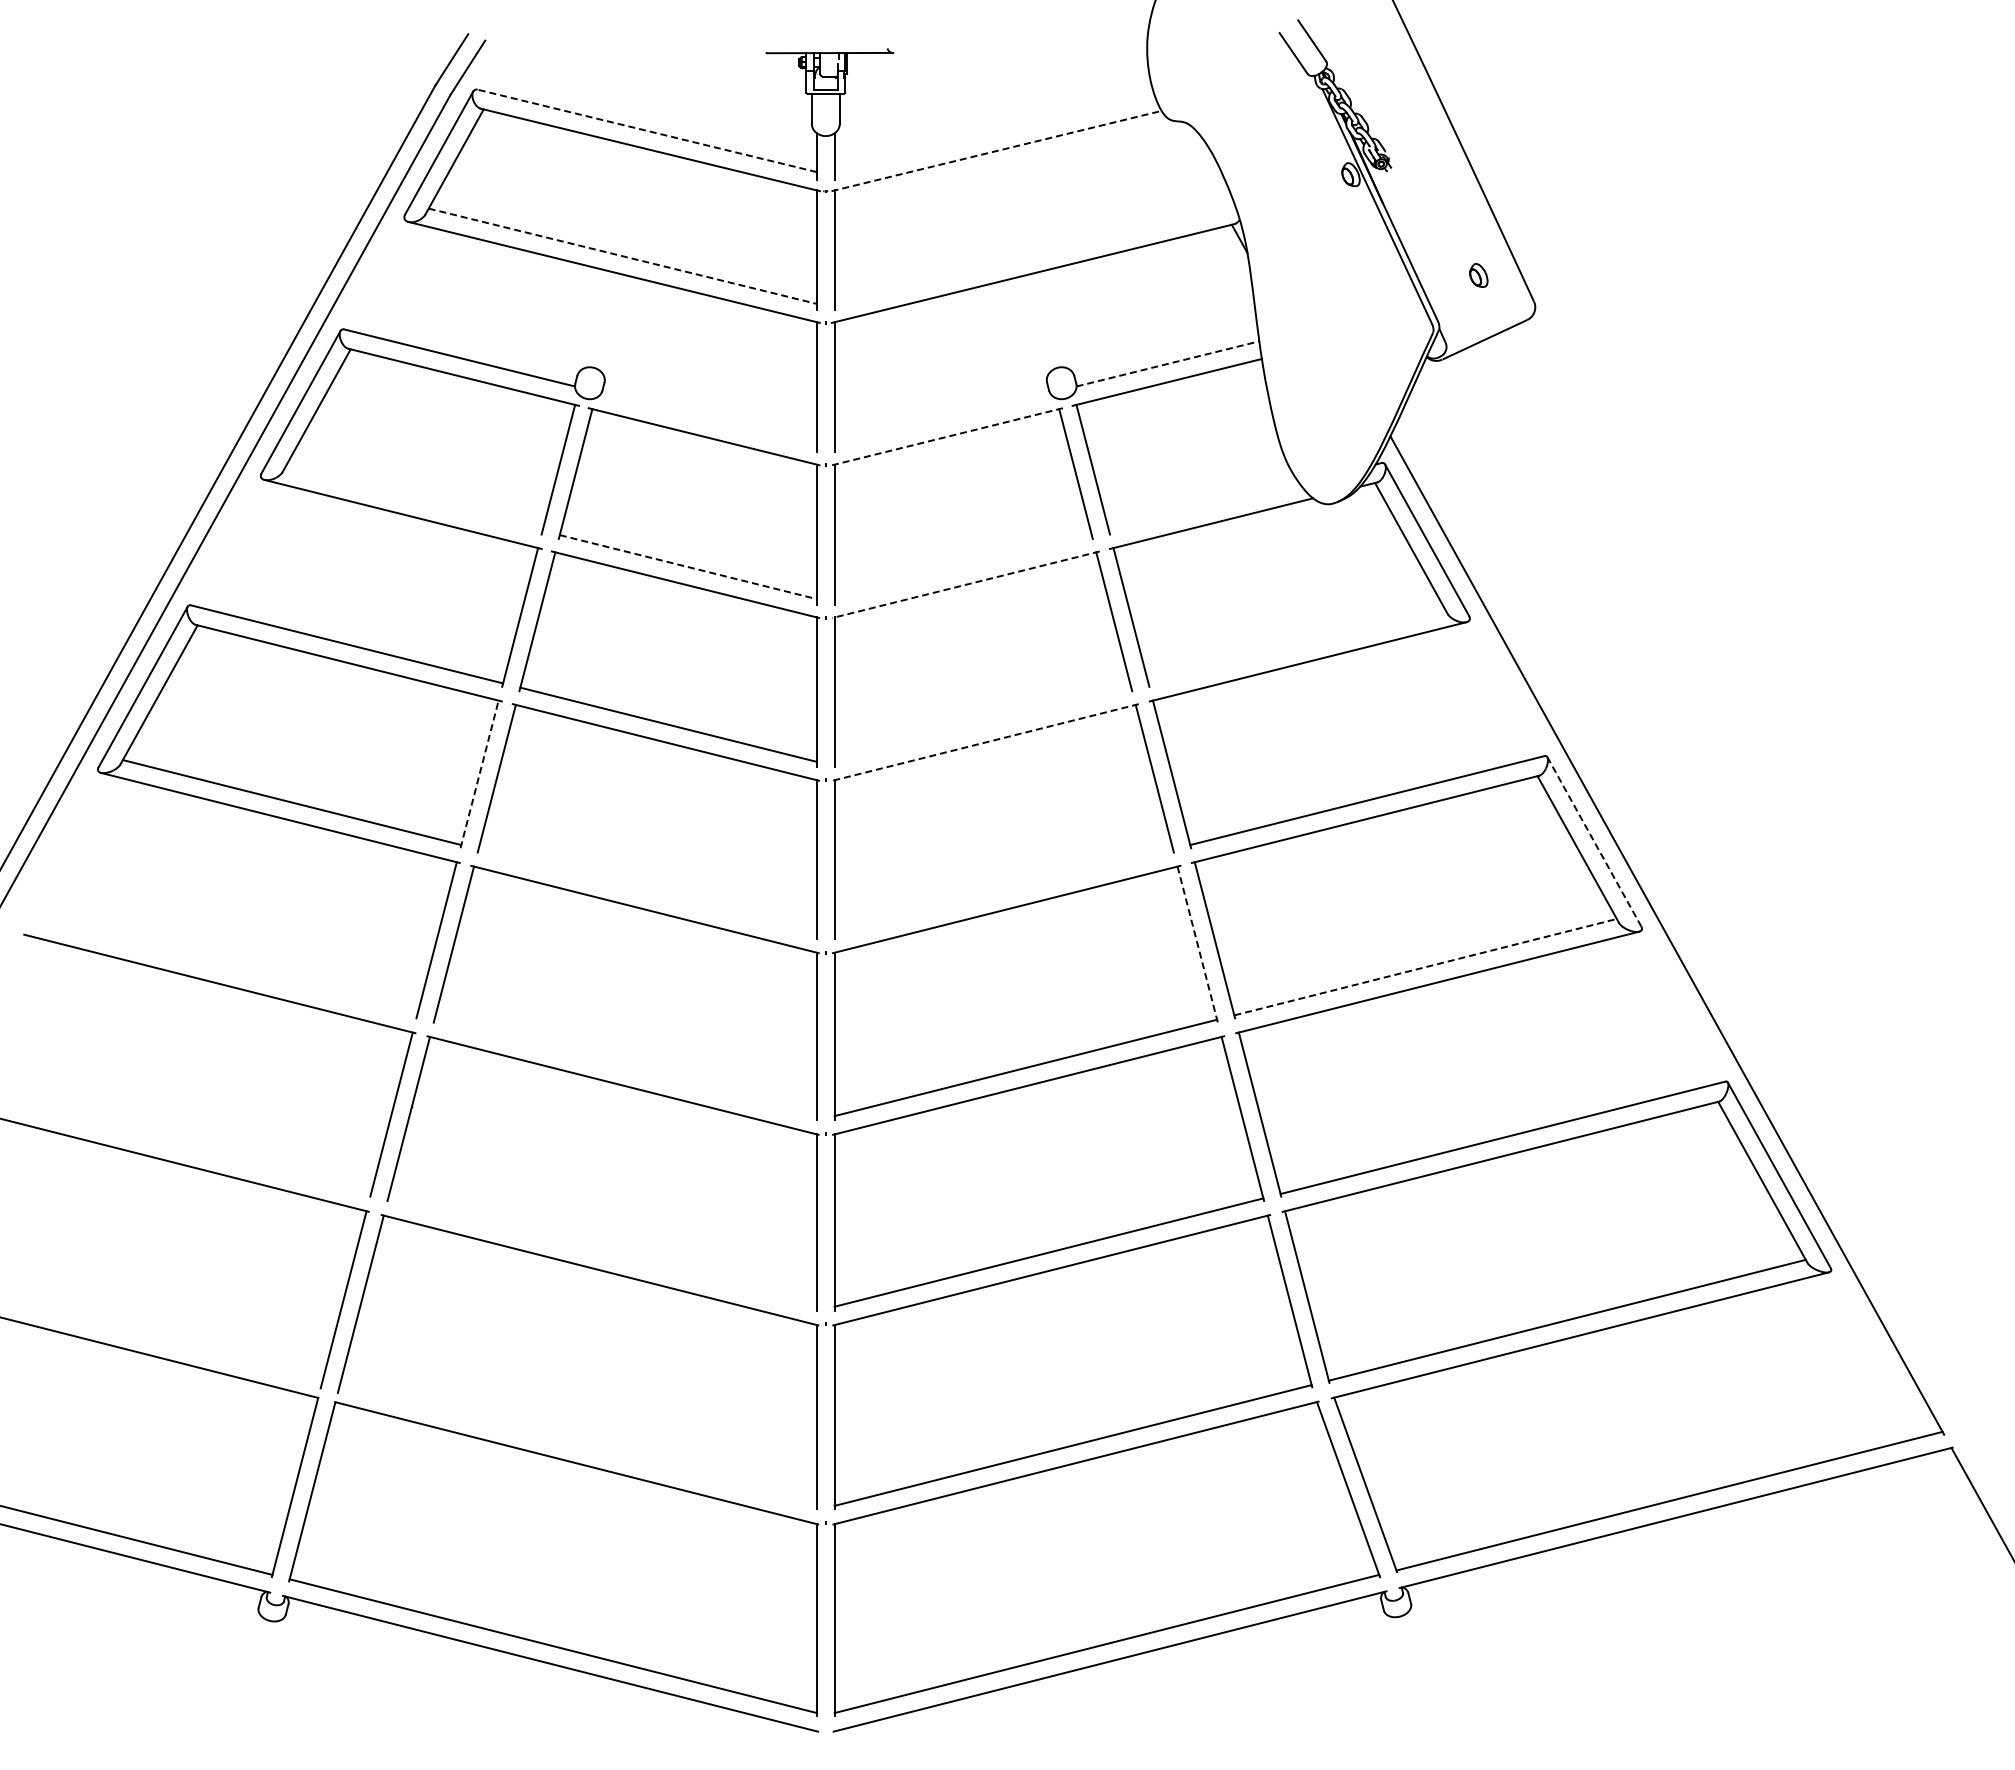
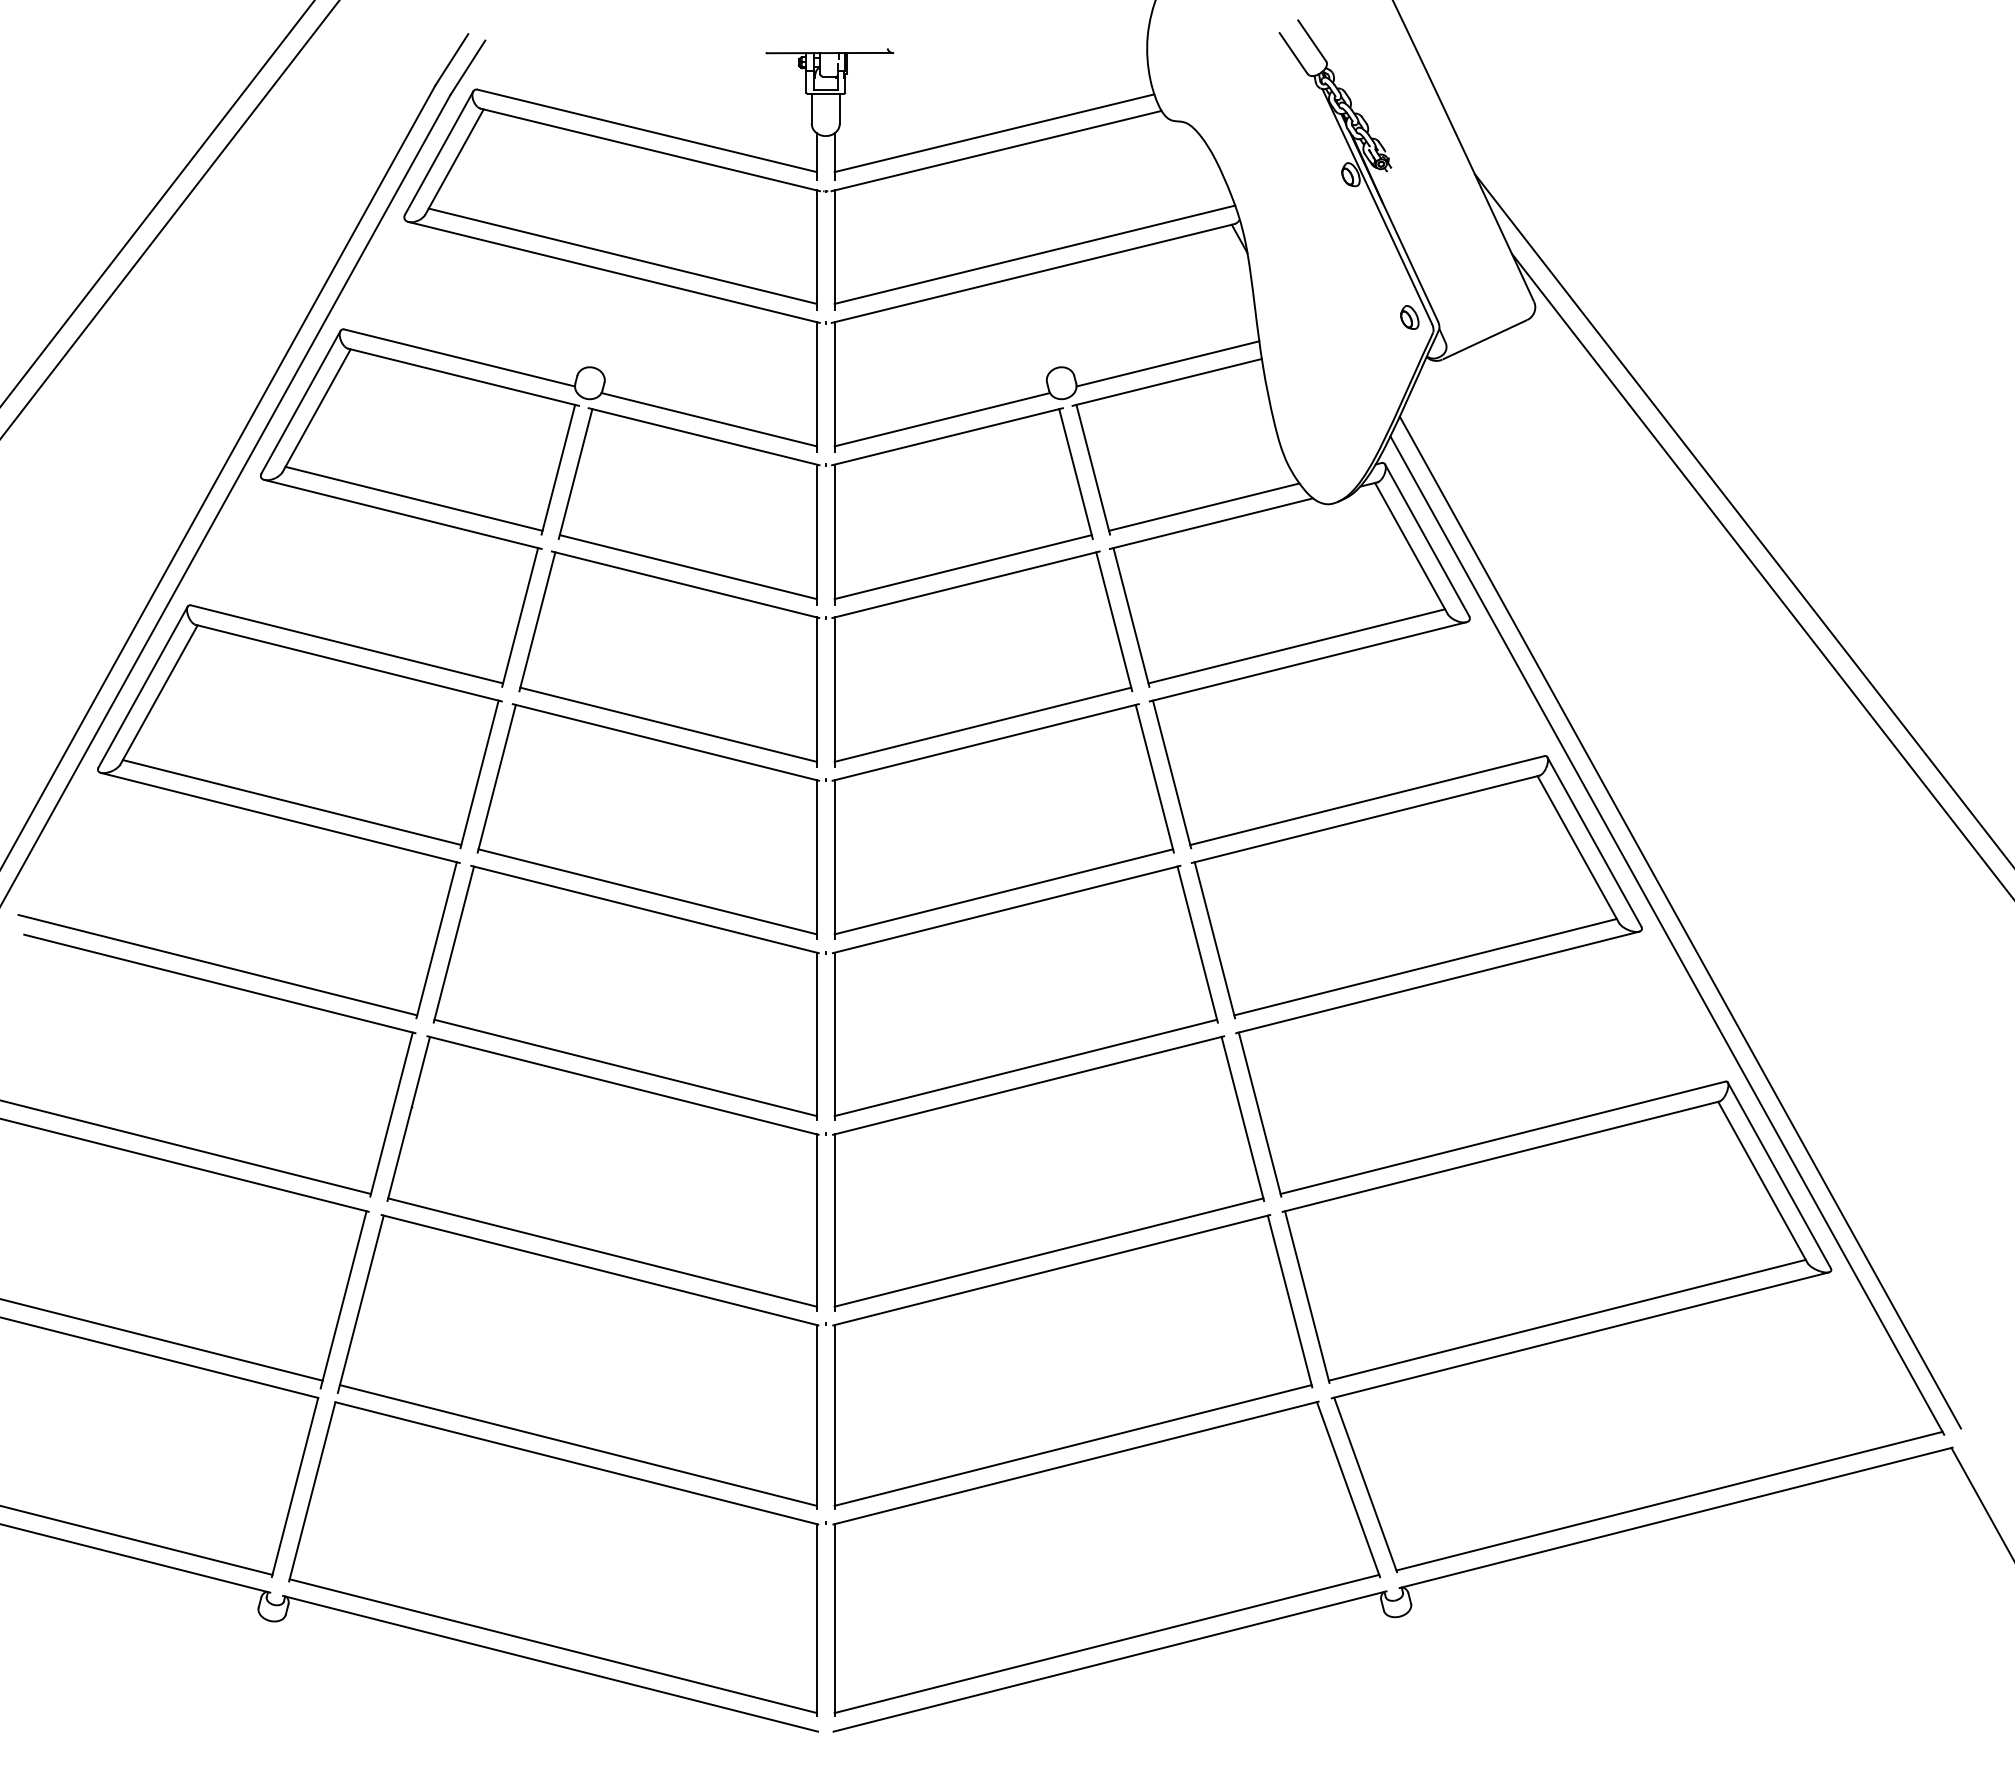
line at (647, 130): dashed -> solid
line at (994, 133): none -> present
line at (996, 151): dashed -> solid
line at (157, 203): none -> present
line at (169, 219): none -> present
line at (1034, 254): none -> present
line at (622, 256): dashed -> solid
part at (1478, 275) position: (1478, 275) -> (1409, 317)
line at (1168, 363): dashed -> solid
line at (708, 419): none -> present
line at (942, 419): none -> present
line at (947, 436): dashed -> solid
line at (413, 498): none -> present
line at (1204, 506): none -> present
line at (1742, 519): none -> present
line at (688, 567): dashed -> solid
line at (962, 567): none -> present
line at (1761, 574): none -> present
line at (966, 584): dashed -> solid
line at (1296, 646): none -> present
line at (982, 724): none -> present
line at (985, 742): dashed -> solid
line at (479, 773): dashed -> solid
line at (1594, 841): dashed -> solid
line at (647, 891): none -> present
line at (1003, 891): none -> present
line at (1680, 922): none -> present
line at (1197, 944): dashed -> solid
line at (217, 964): none -> present
line at (1426, 967): dashed -> solid
line at (625, 1067): none -> present
line at (186, 1147): none -> present
line at (602, 1252): none -> present
line at (162, 1339): none -> present
line at (577, 1445): none -> present
